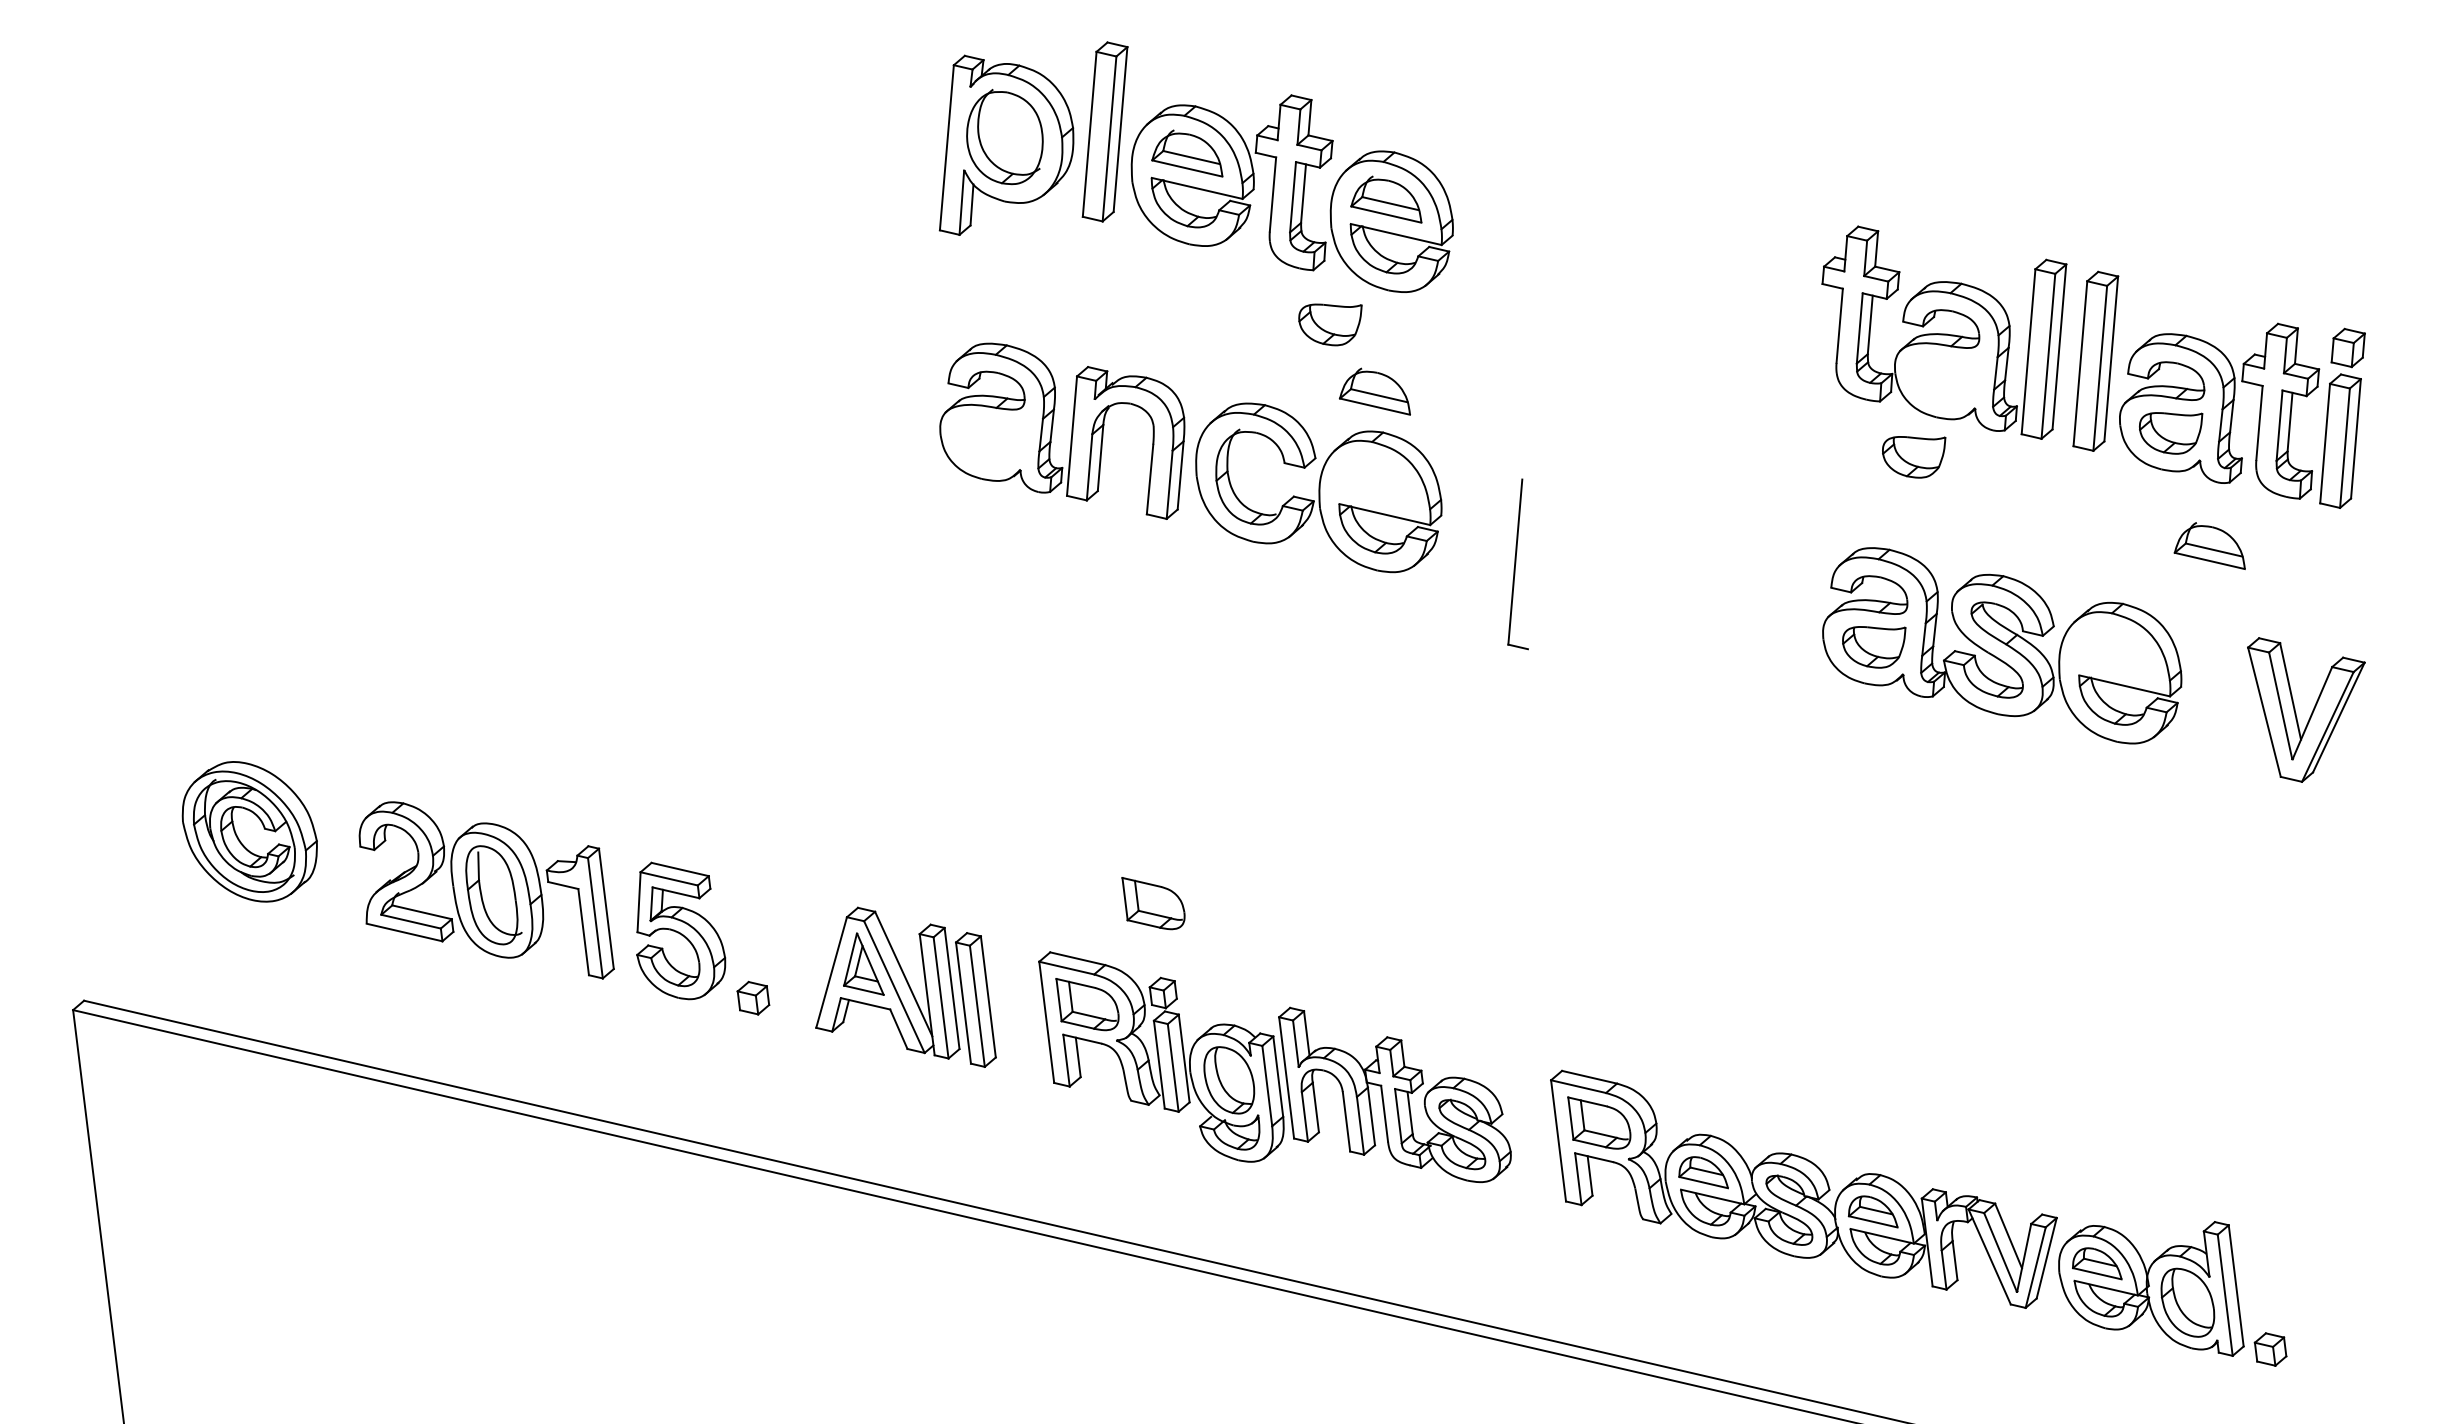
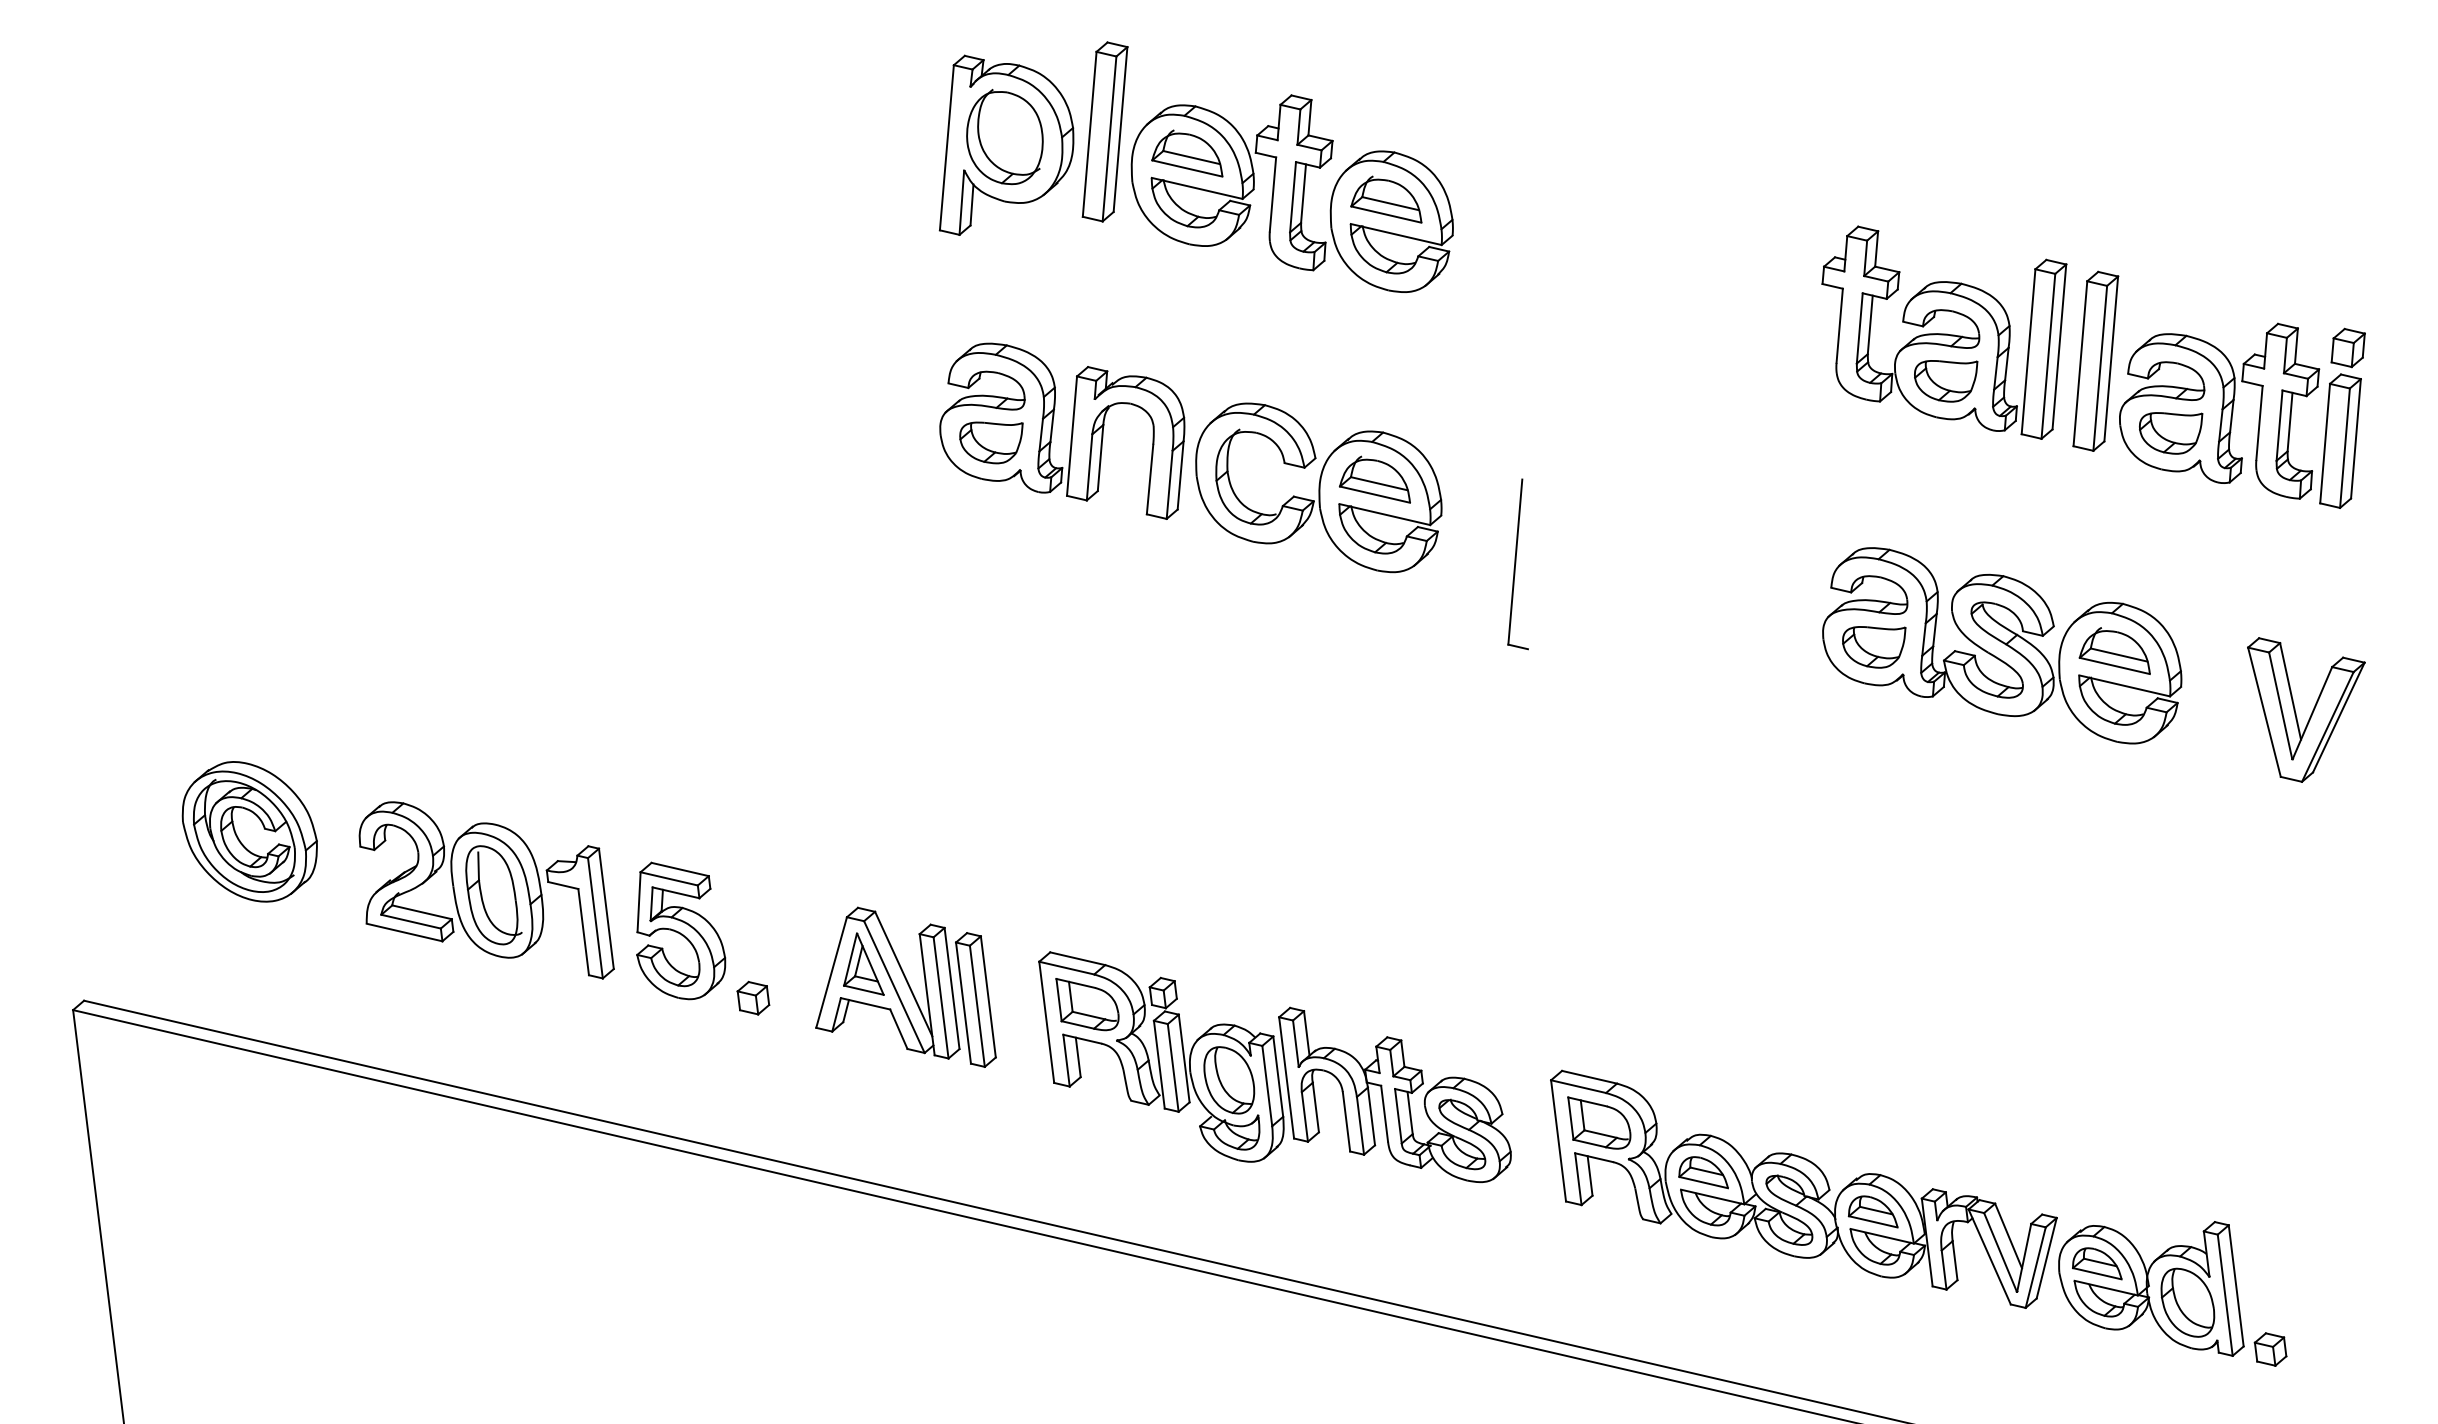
part at (1330, 324) position: (1330, 324) -> (991, 442)
part at (1374, 391) position: (1374, 391) -> (1374, 479)
part at (1914, 457) position: (1914, 457) -> (1946, 381)
part at (2209, 545) position: (2209, 545) -> (2114, 650)
part at (1153, 903): present -> none
